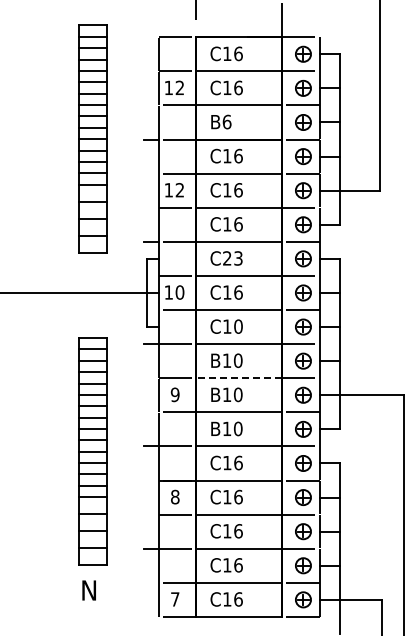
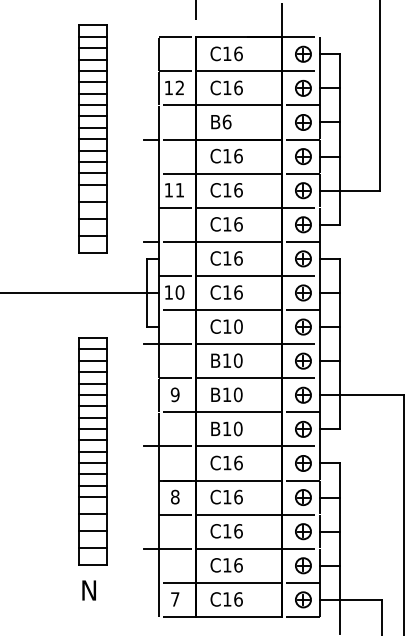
text at (179, 190): 12 -> 11
text at (232, 258): C23 -> C16
line at (239, 378): dashed -> solid
